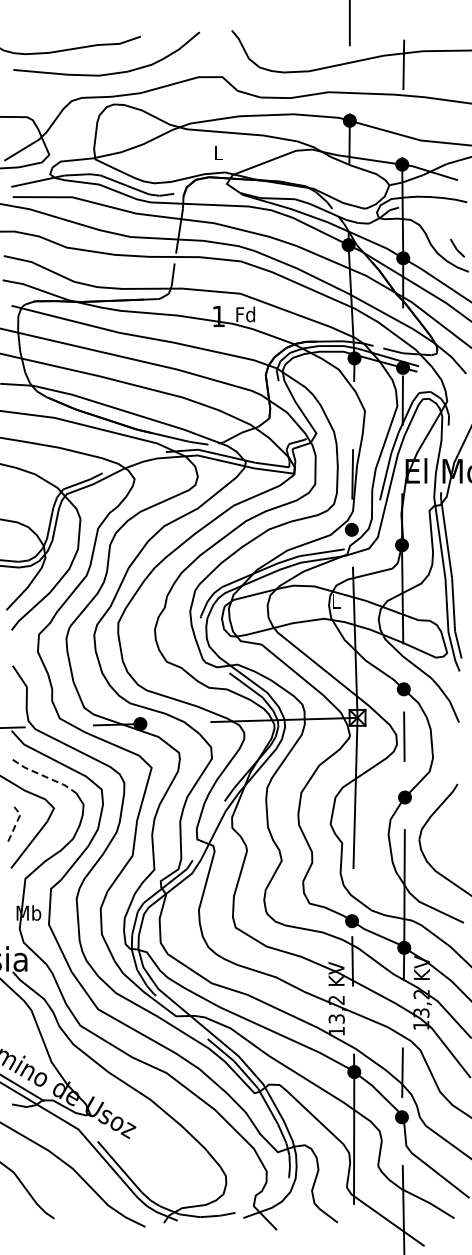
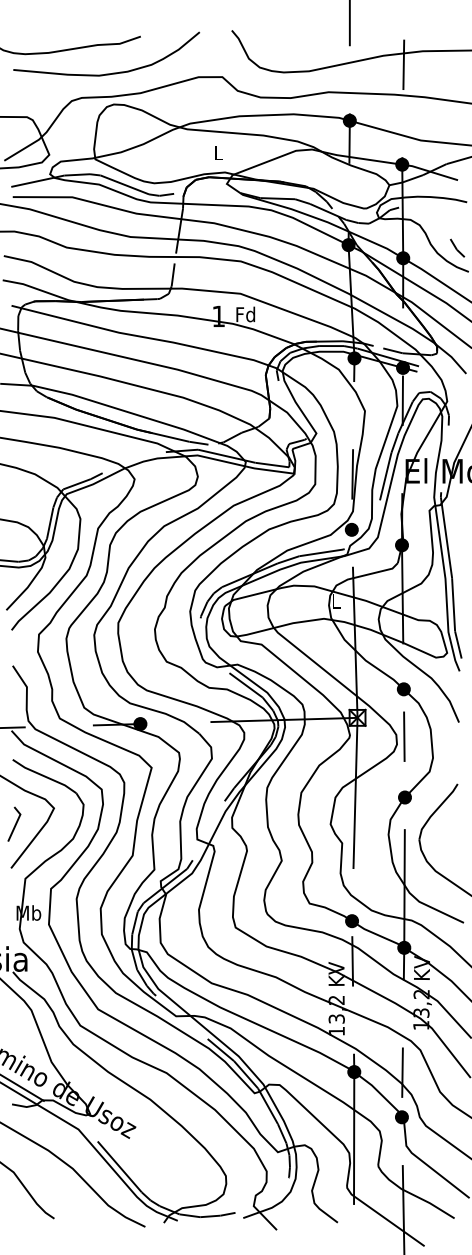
line at (45, 776): dashed -> solid
line at (16, 822): dashed -> solid
